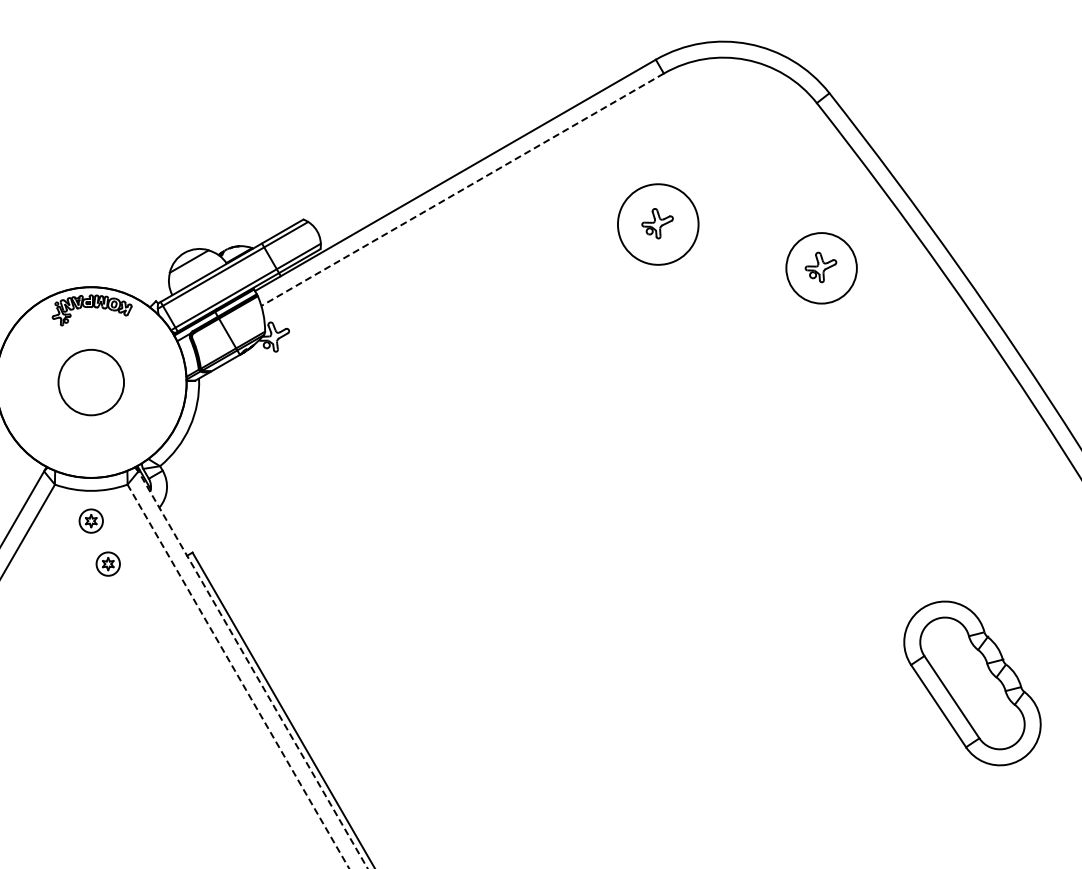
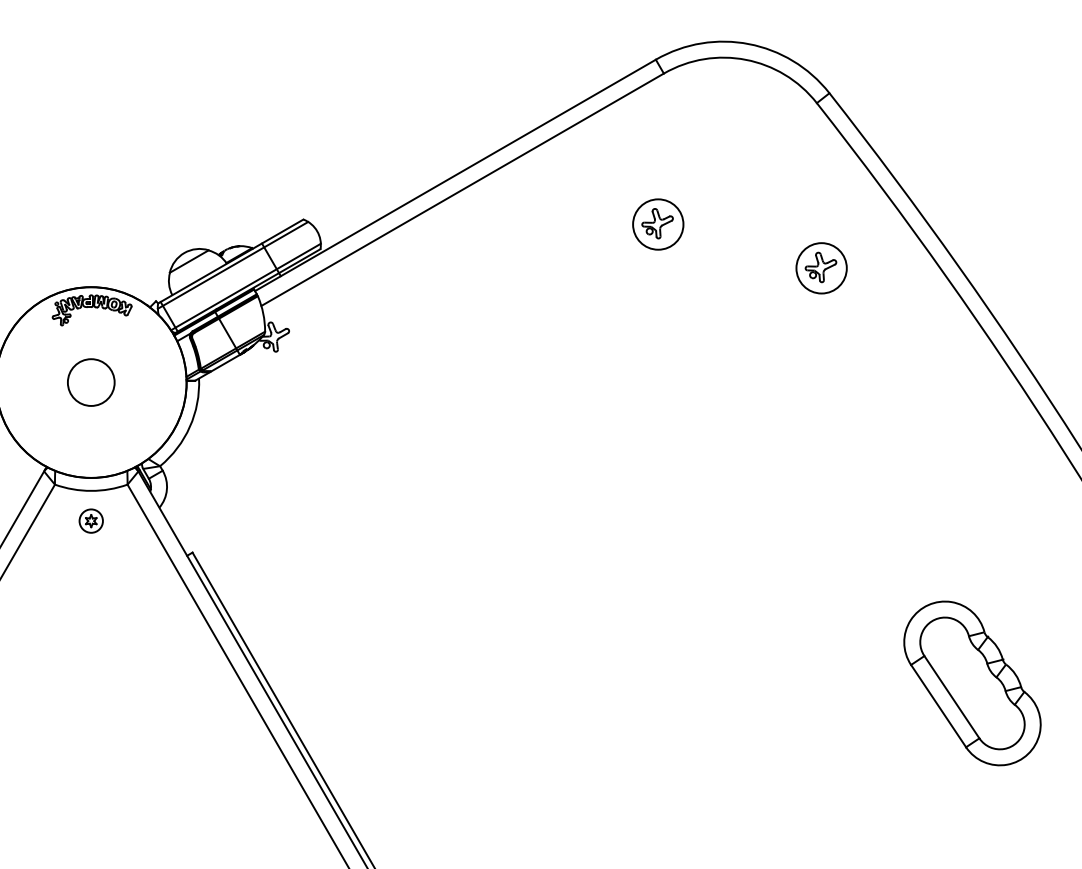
line at (462, 190): dashed -> solid
circle at (657, 224) diameter: 81 px -> 50 px
circle at (821, 268) diameter: 71 px -> 50 px
circle at (91, 382) diameter: 65 px -> 47 px
part at (107, 563): present -> none
line at (251, 667): dashed -> solid
line at (238, 676): dashed -> solid
